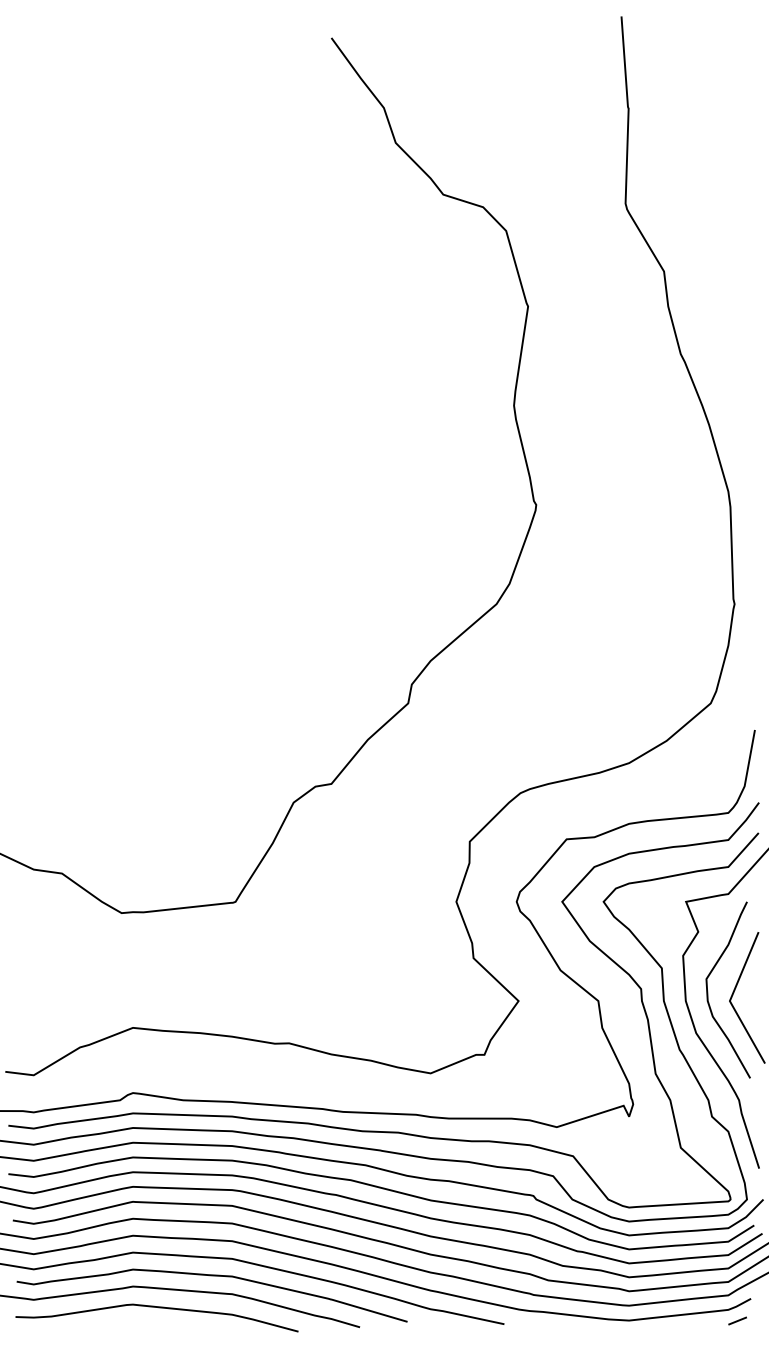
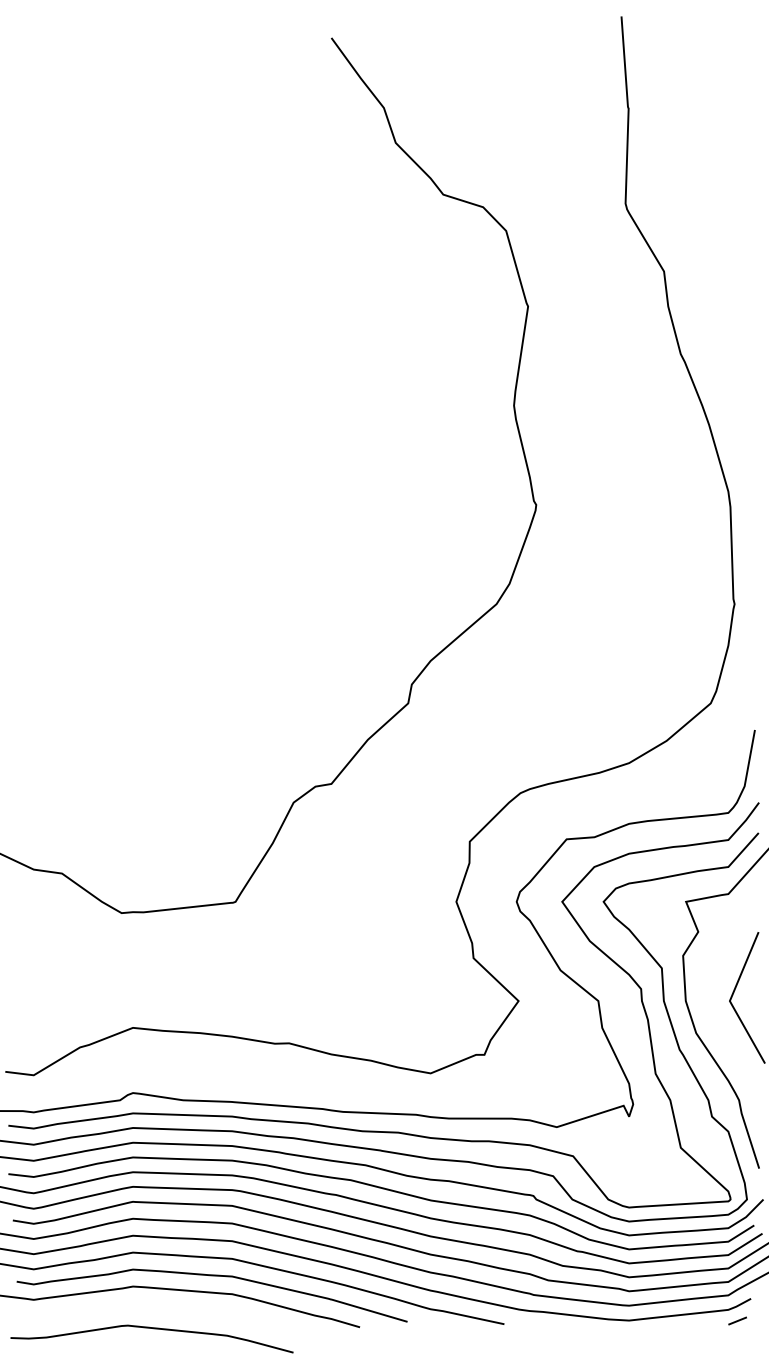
curve at (708, 991): present -> none
curve at (158, 1308) position: (158, 1308) -> (153, 1329)
